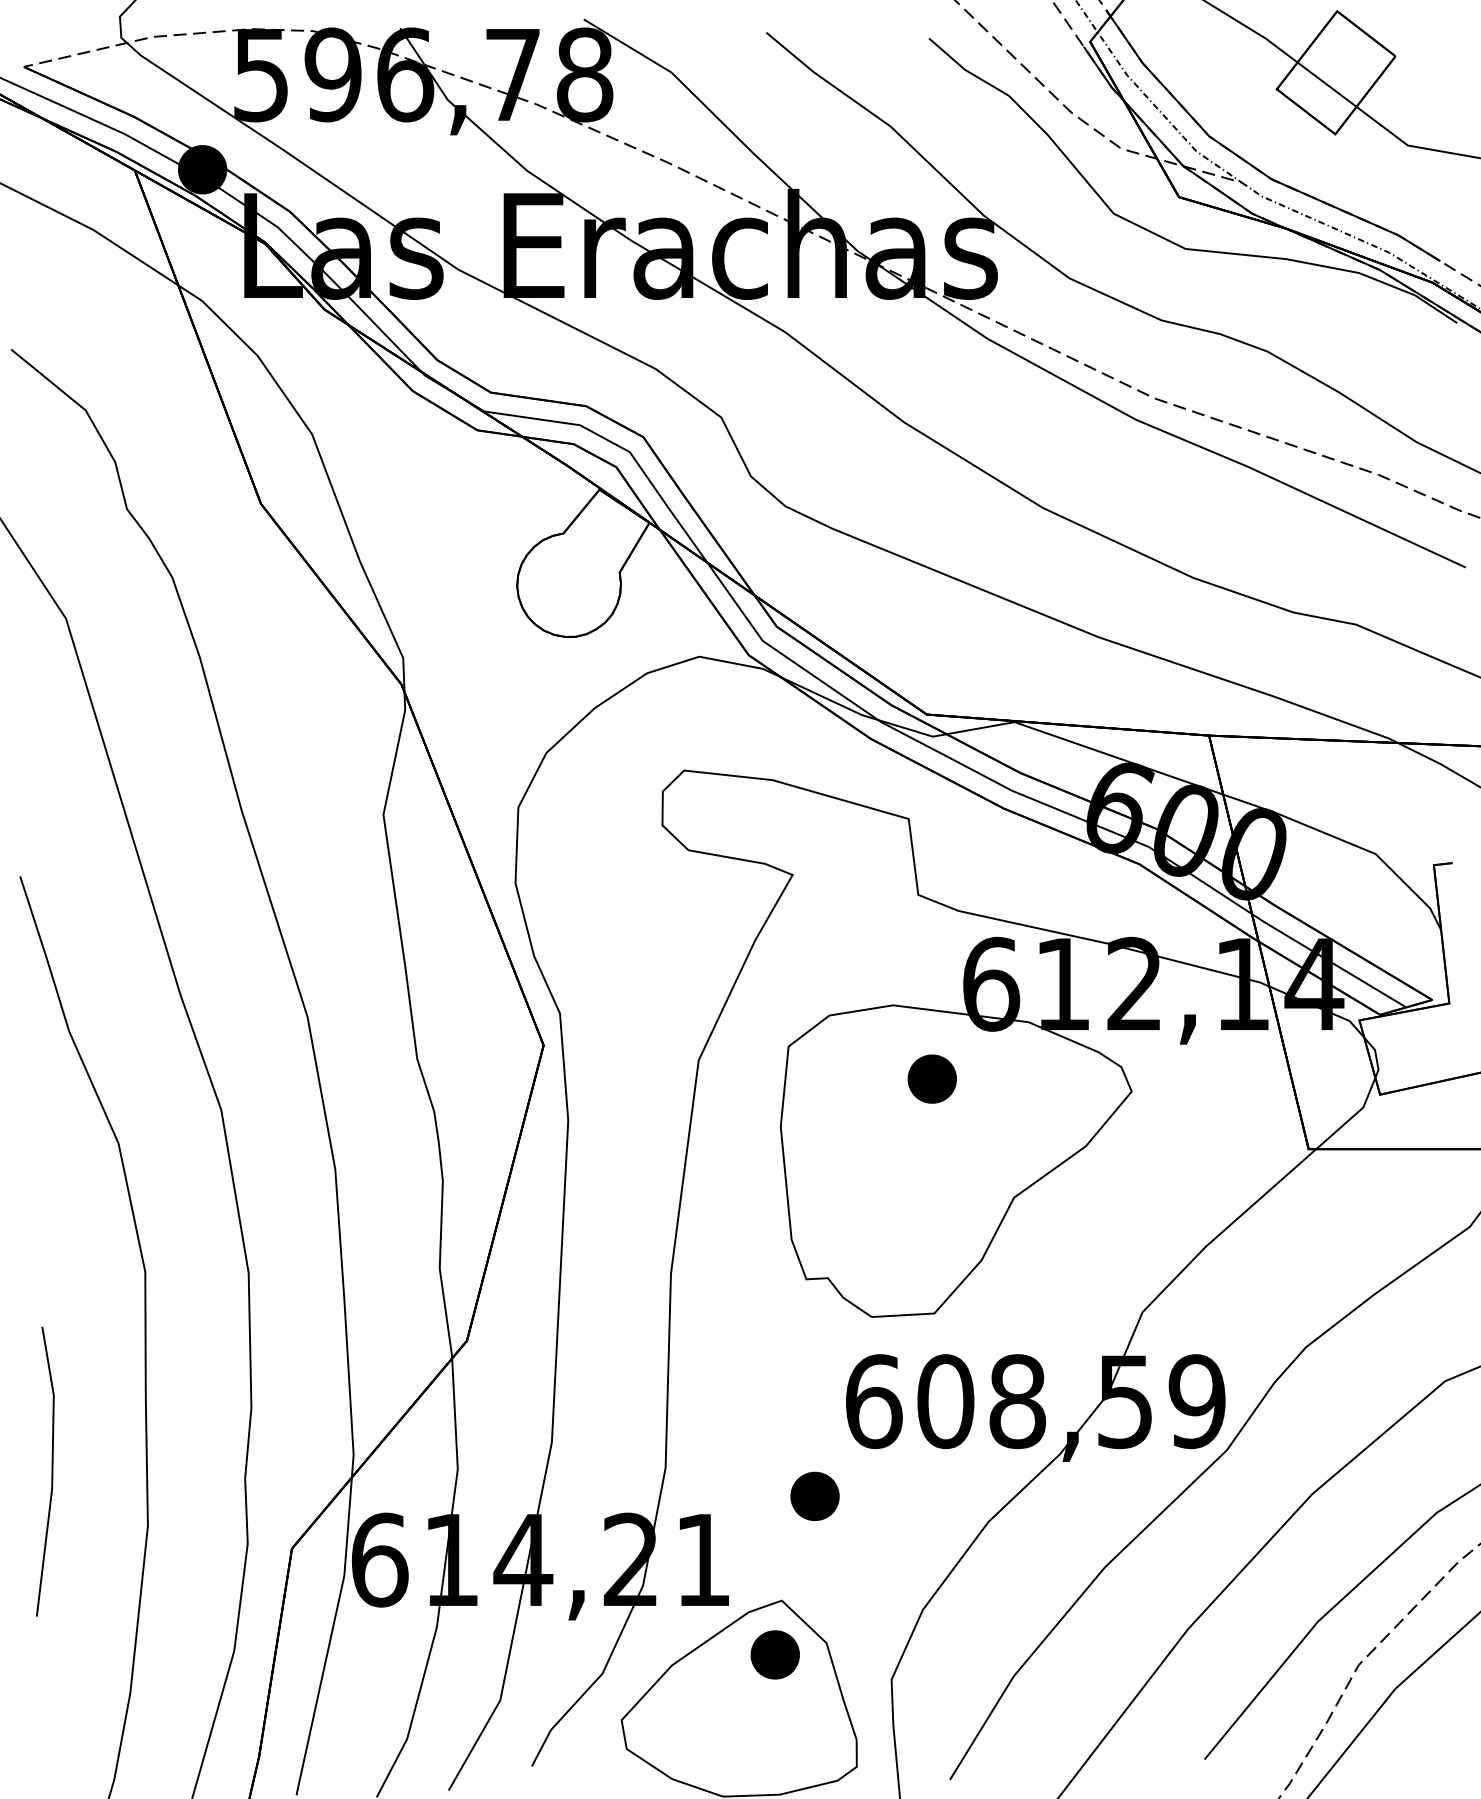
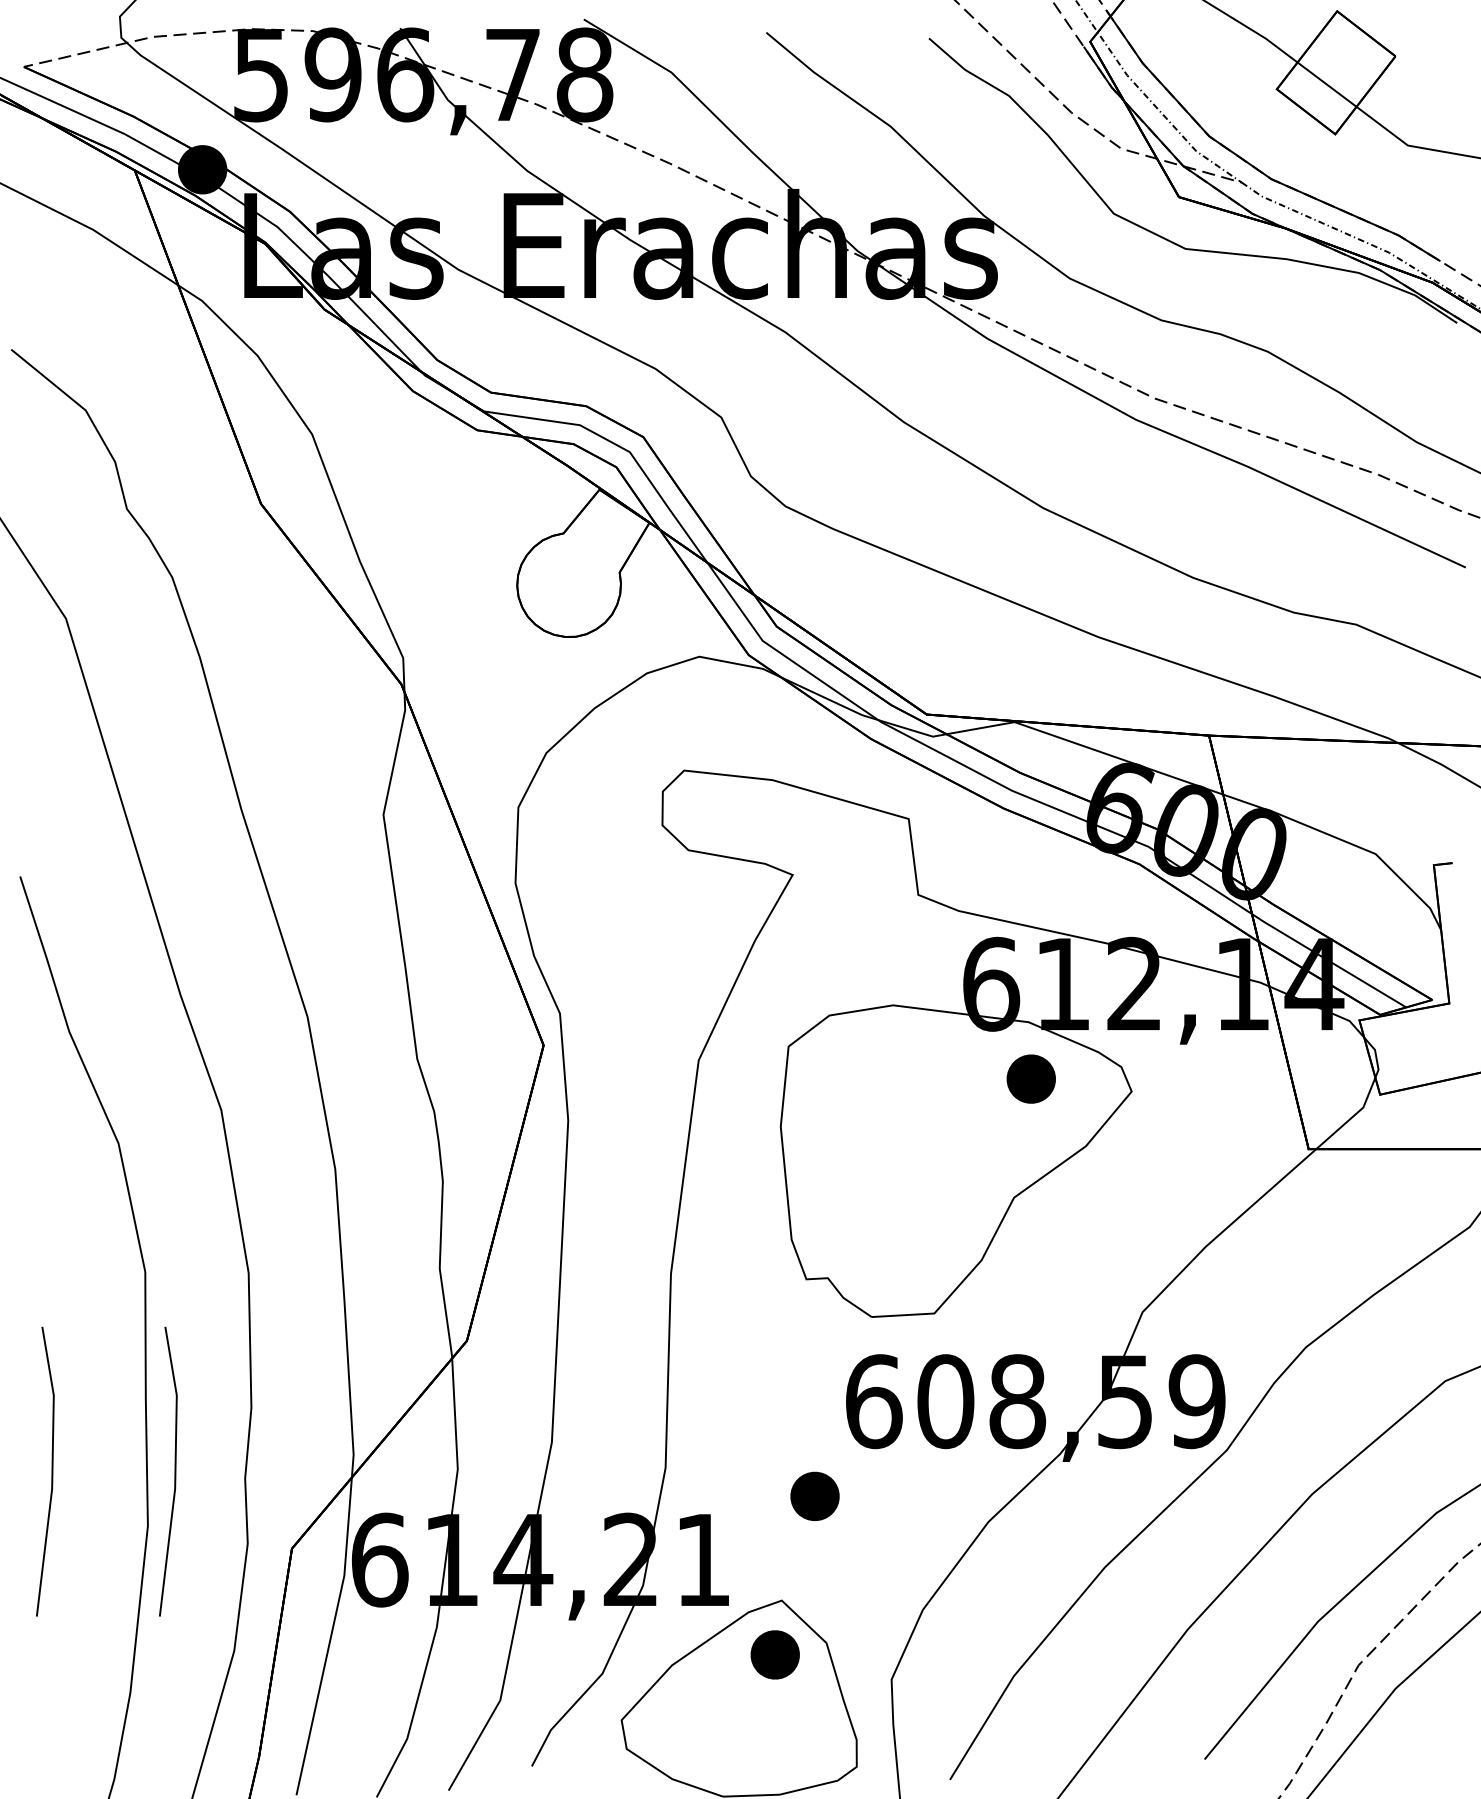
part at (931, 1078) position: (931, 1078) -> (1030, 1078)
part at (168, 1471): none -> present
